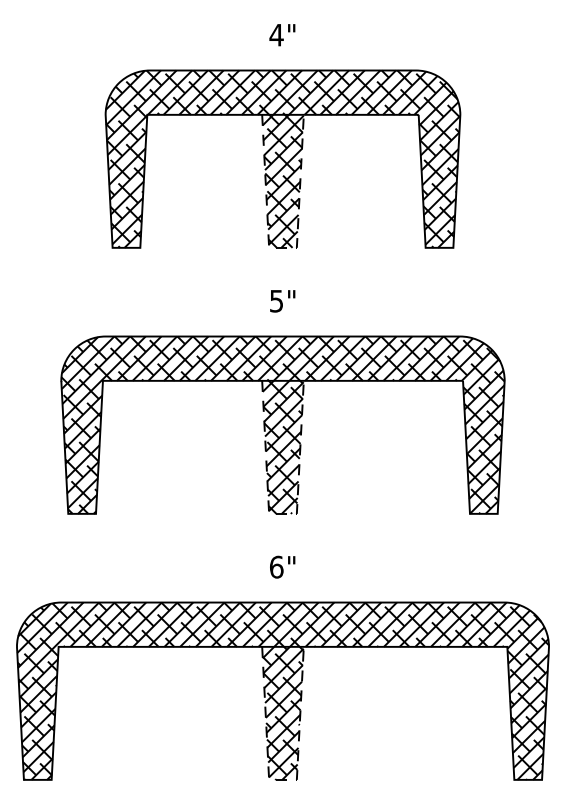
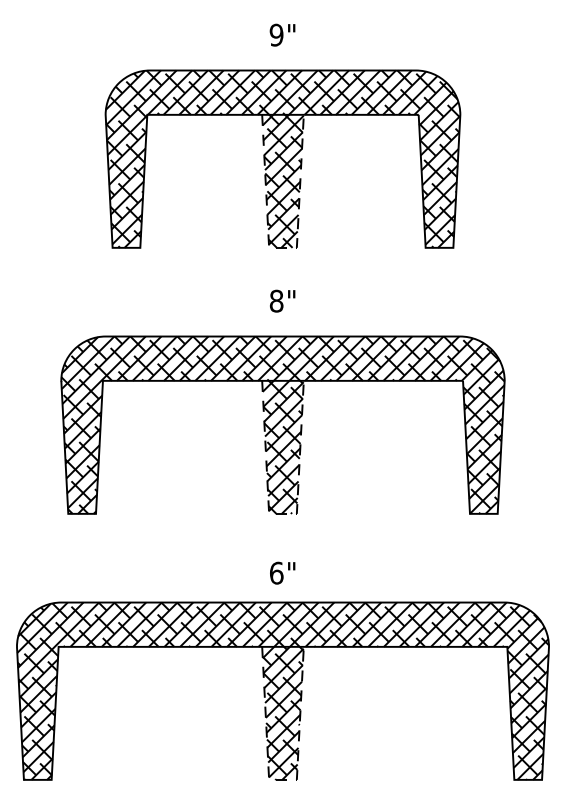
text at (276, 34): 4" -> 9"
text at (276, 300): 5" -> 8"
text at (282, 566) position: (282, 566) -> (282, 572)
